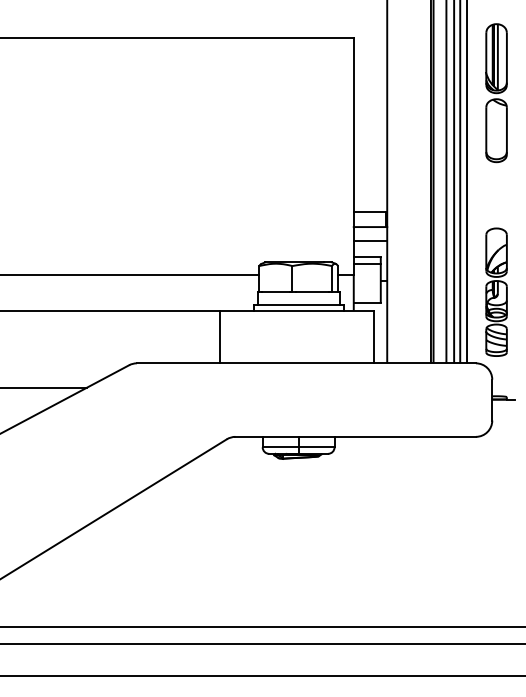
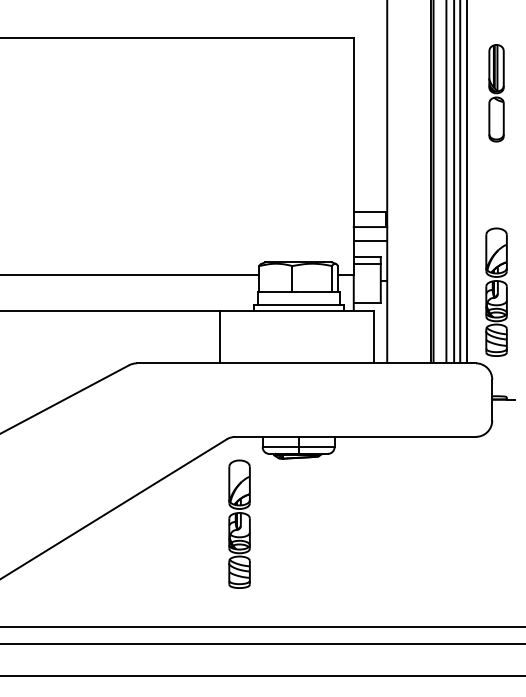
part at (496, 93) size: 23x141 px -> 17x99 px
line at (44, 387): present -> none
part at (239, 523): none -> present
